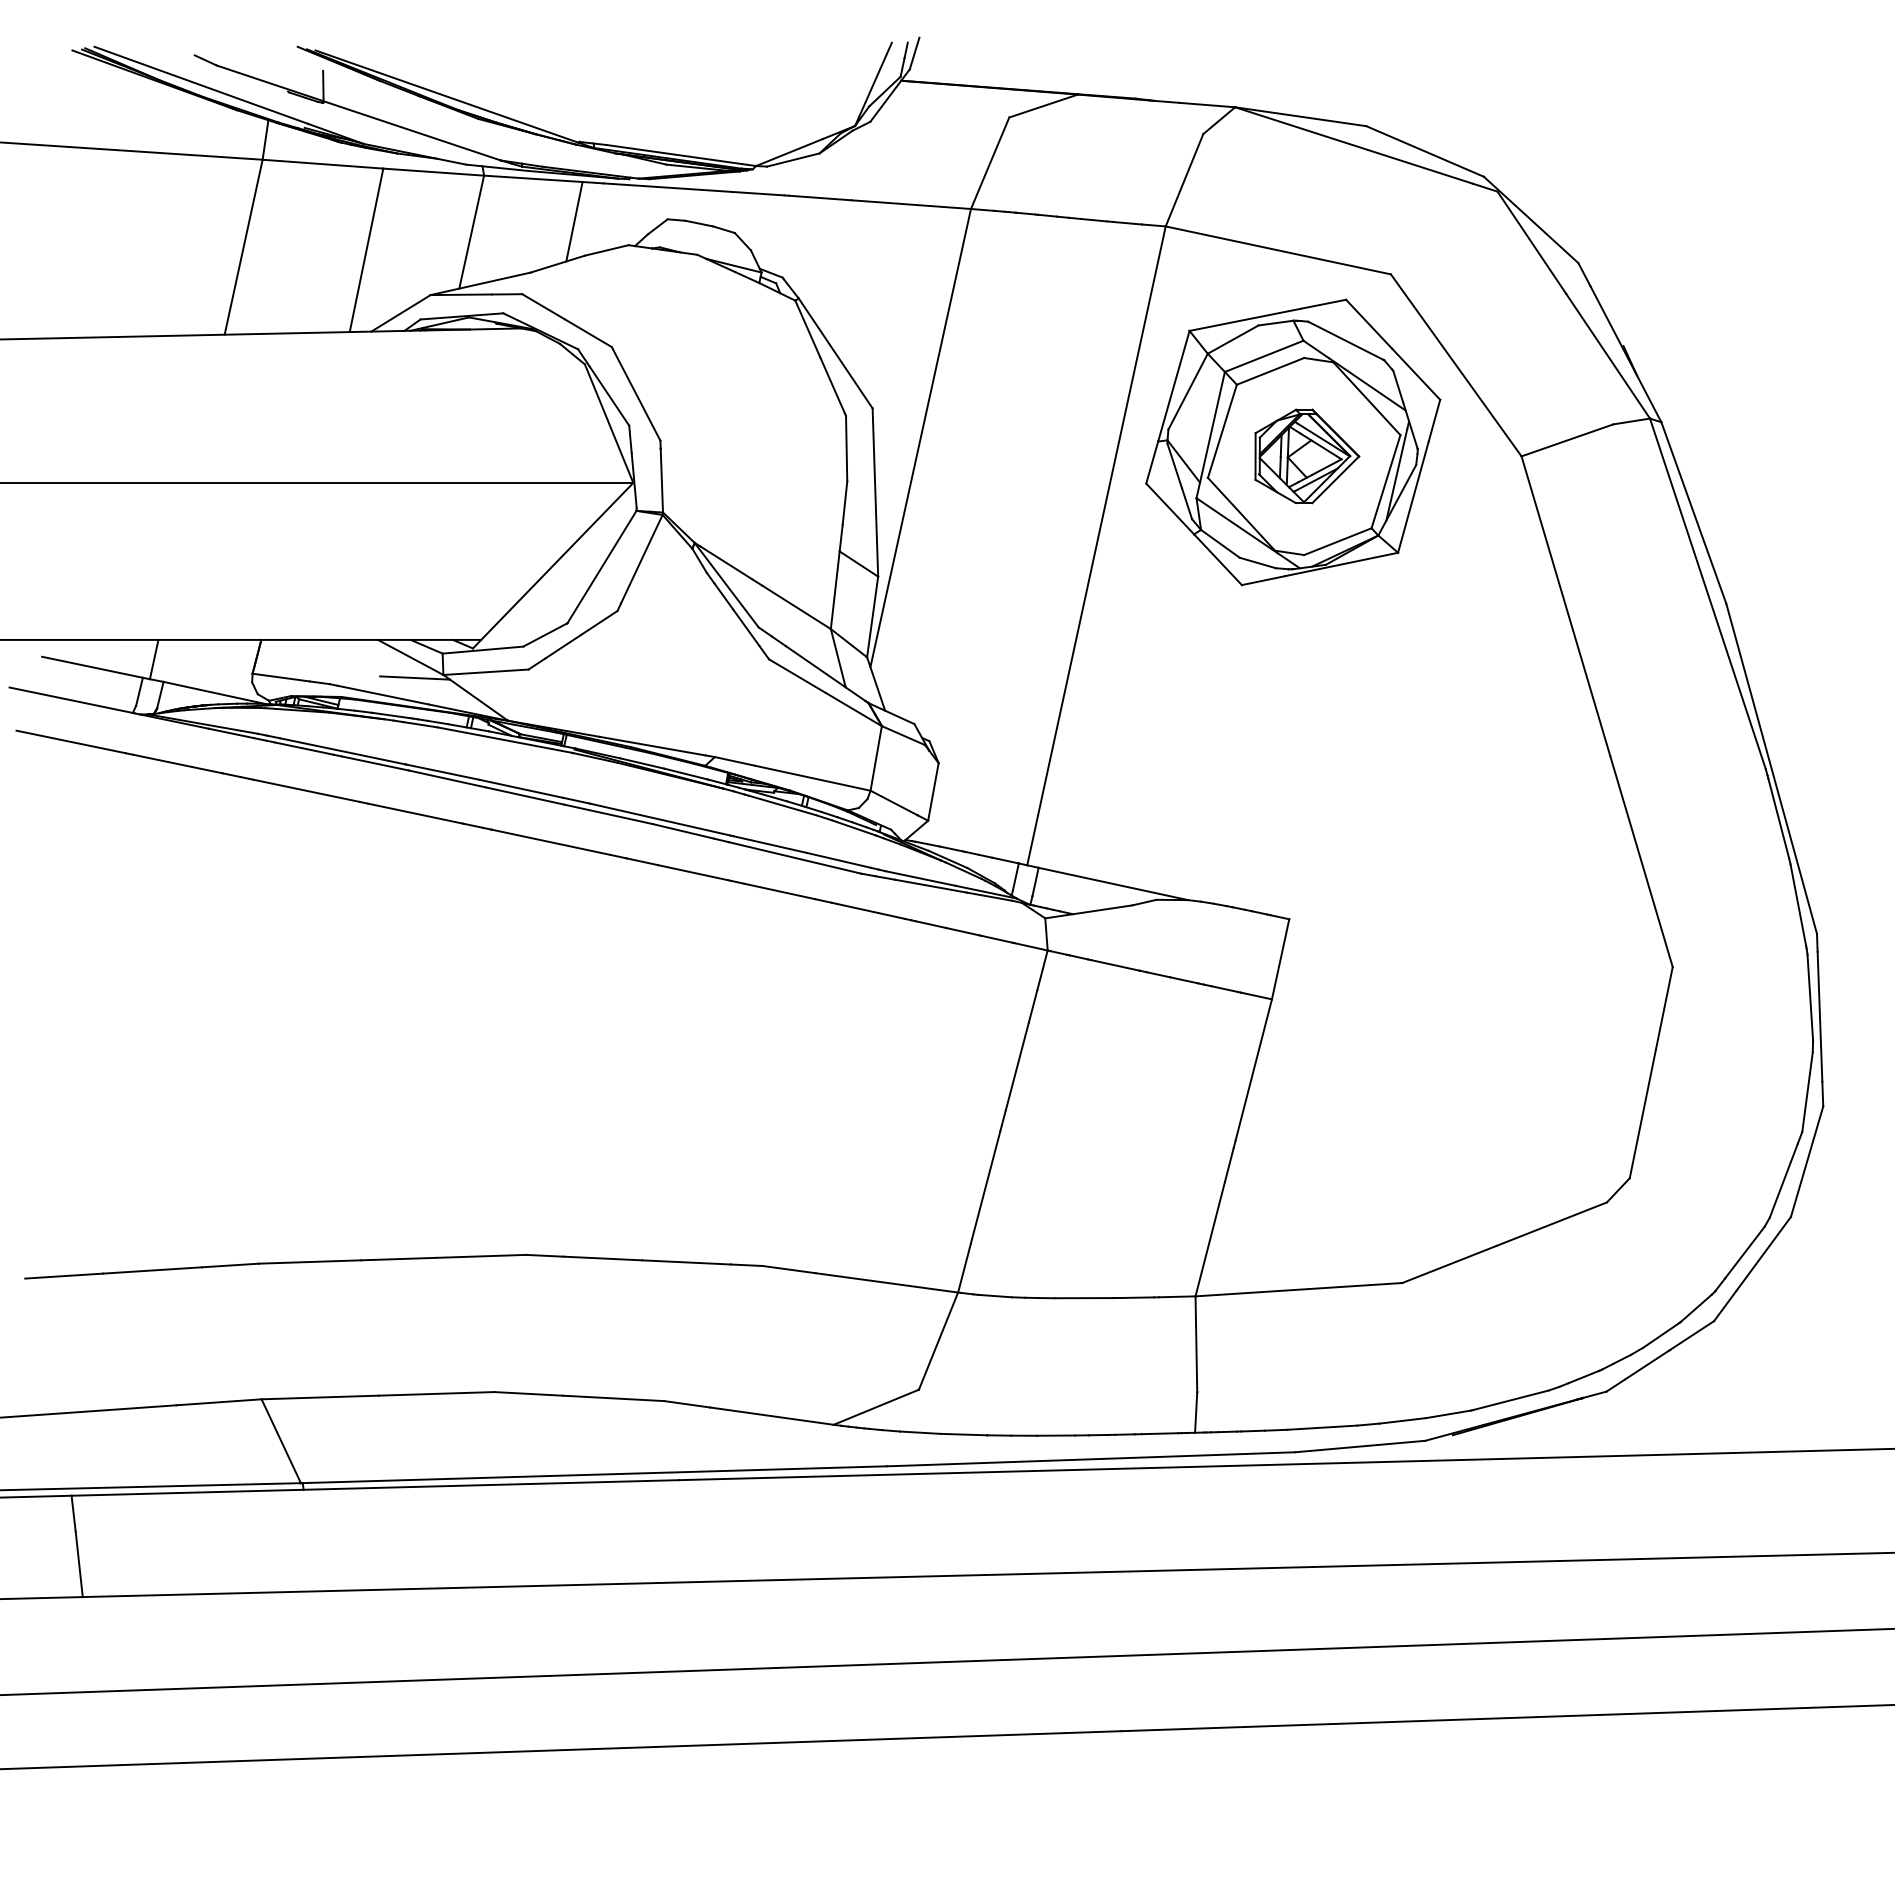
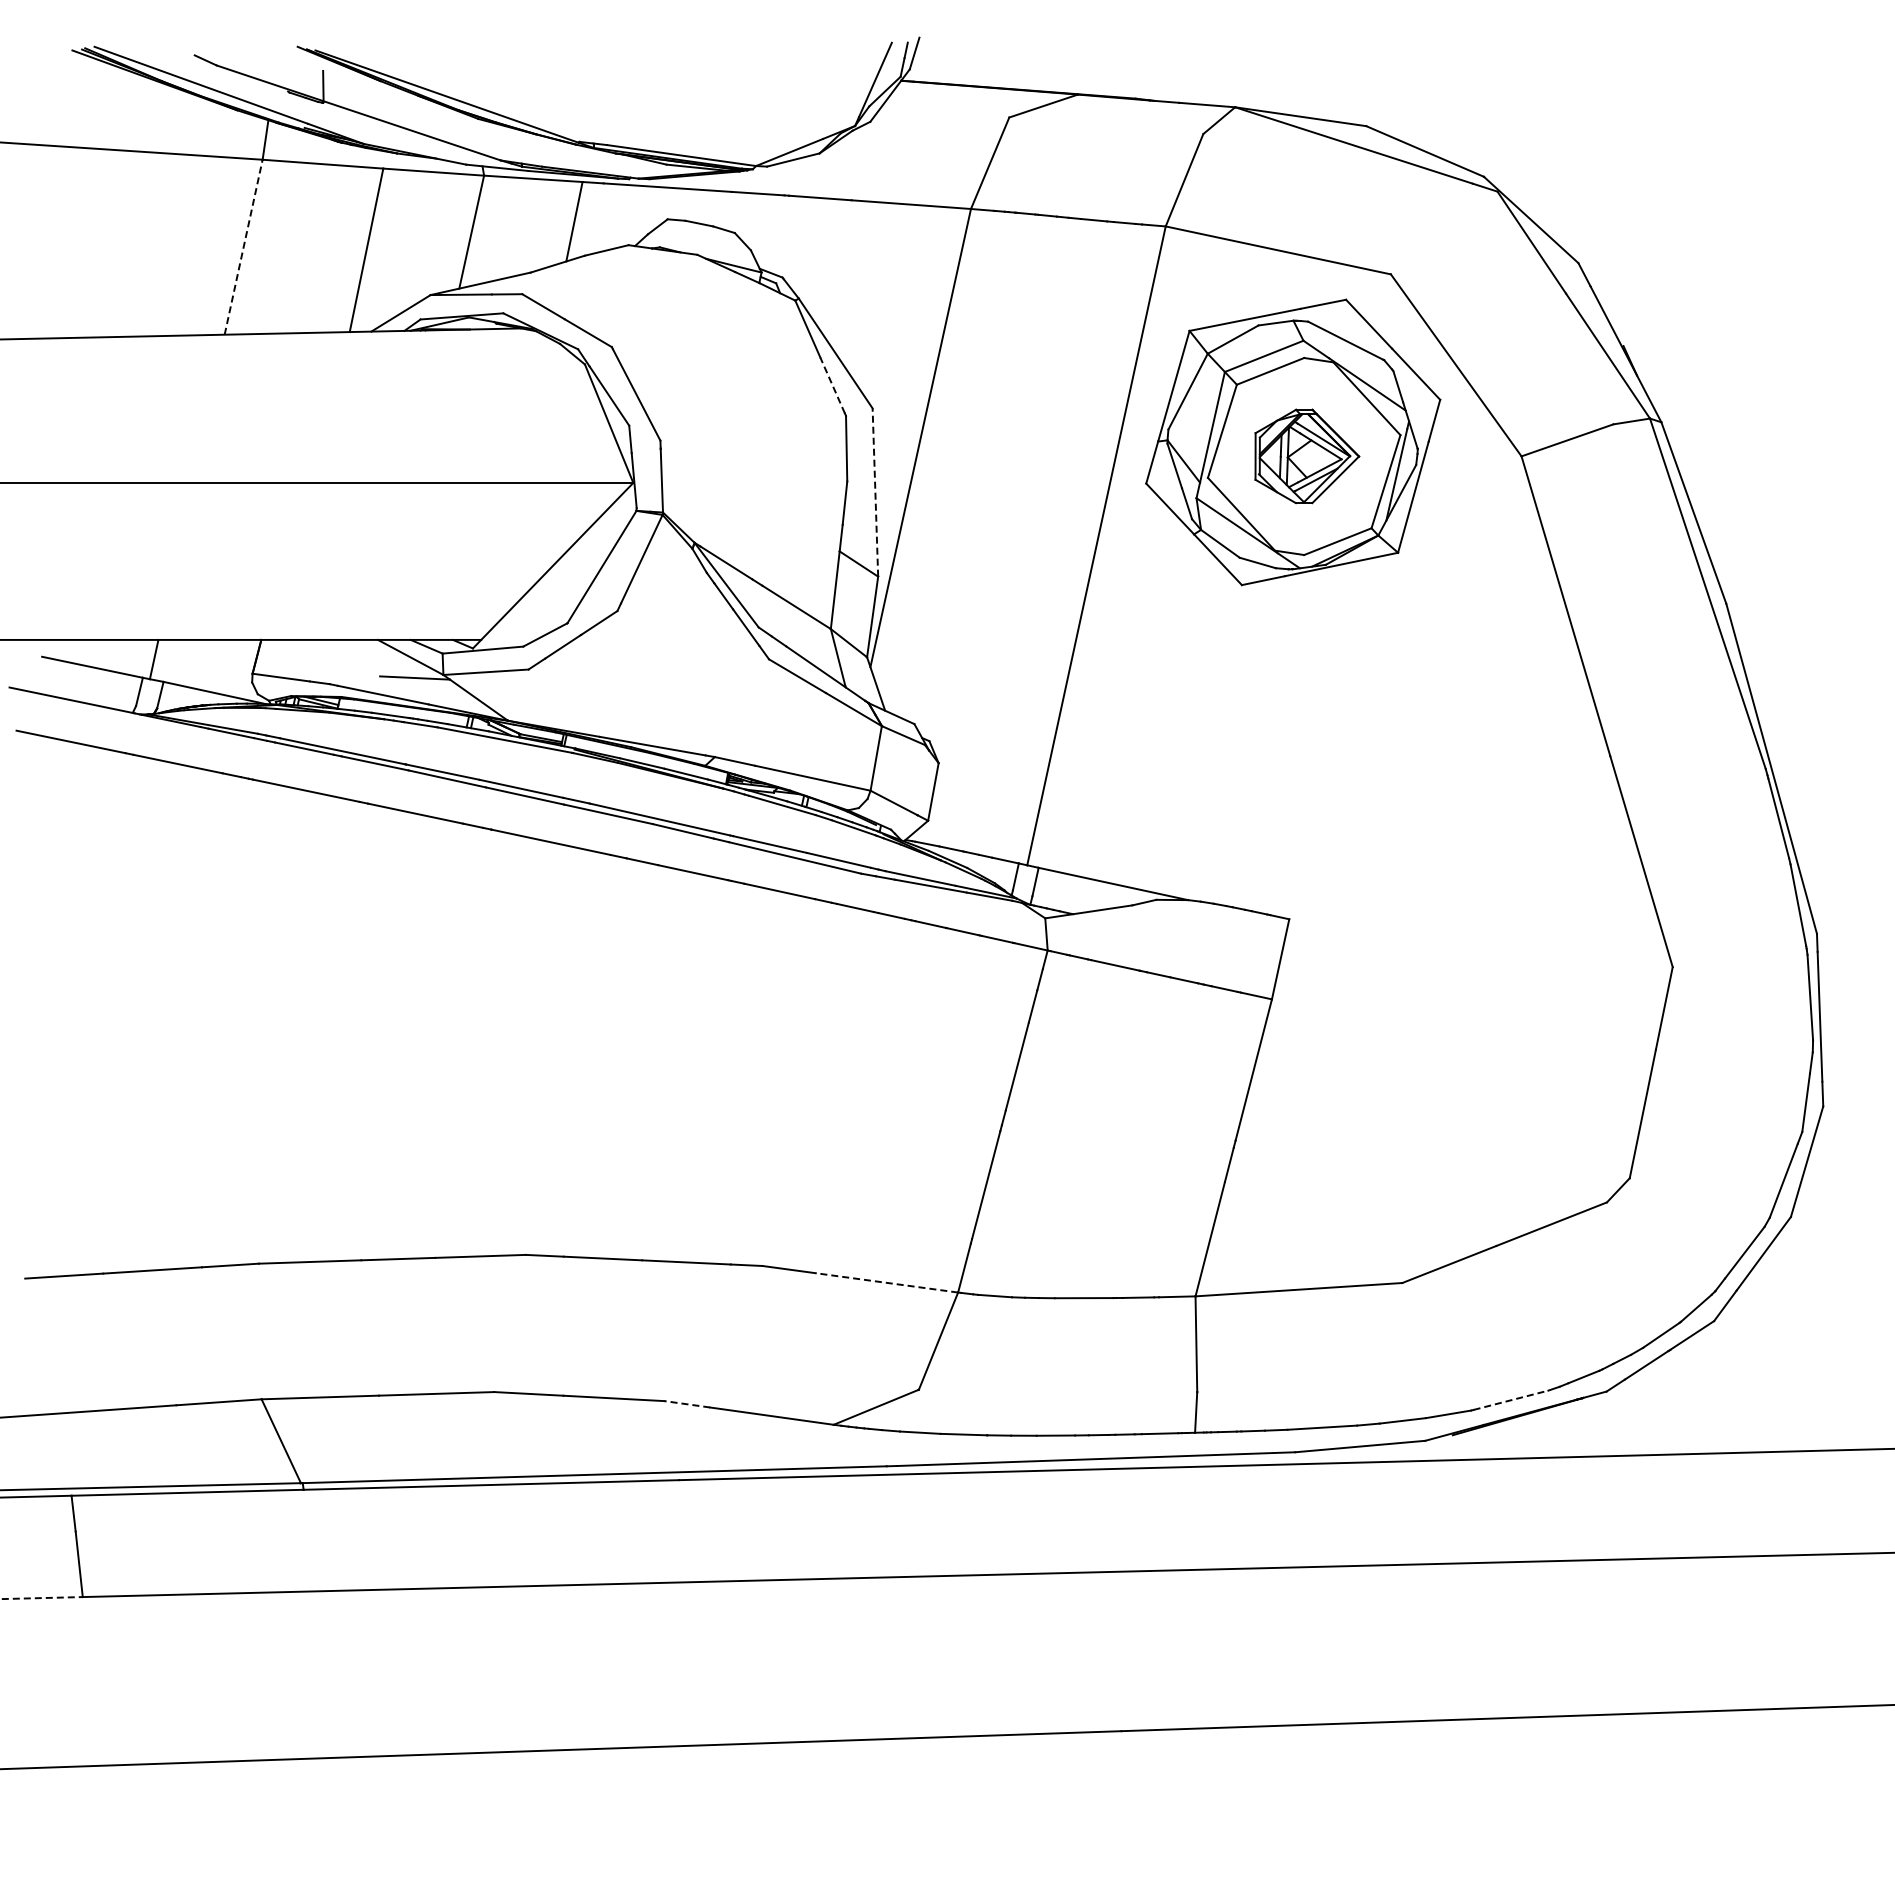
line at (243, 247): solid -> dashed
line at (832, 385): solid -> dashed
line at (875, 492): solid -> dashed
line at (886, 1282): solid -> dashed
line at (1511, 1400): solid -> dashed
line at (686, 1404): solid -> dashed
line at (41, 1598): solid -> dashed
line at (946, 1661): present -> none
